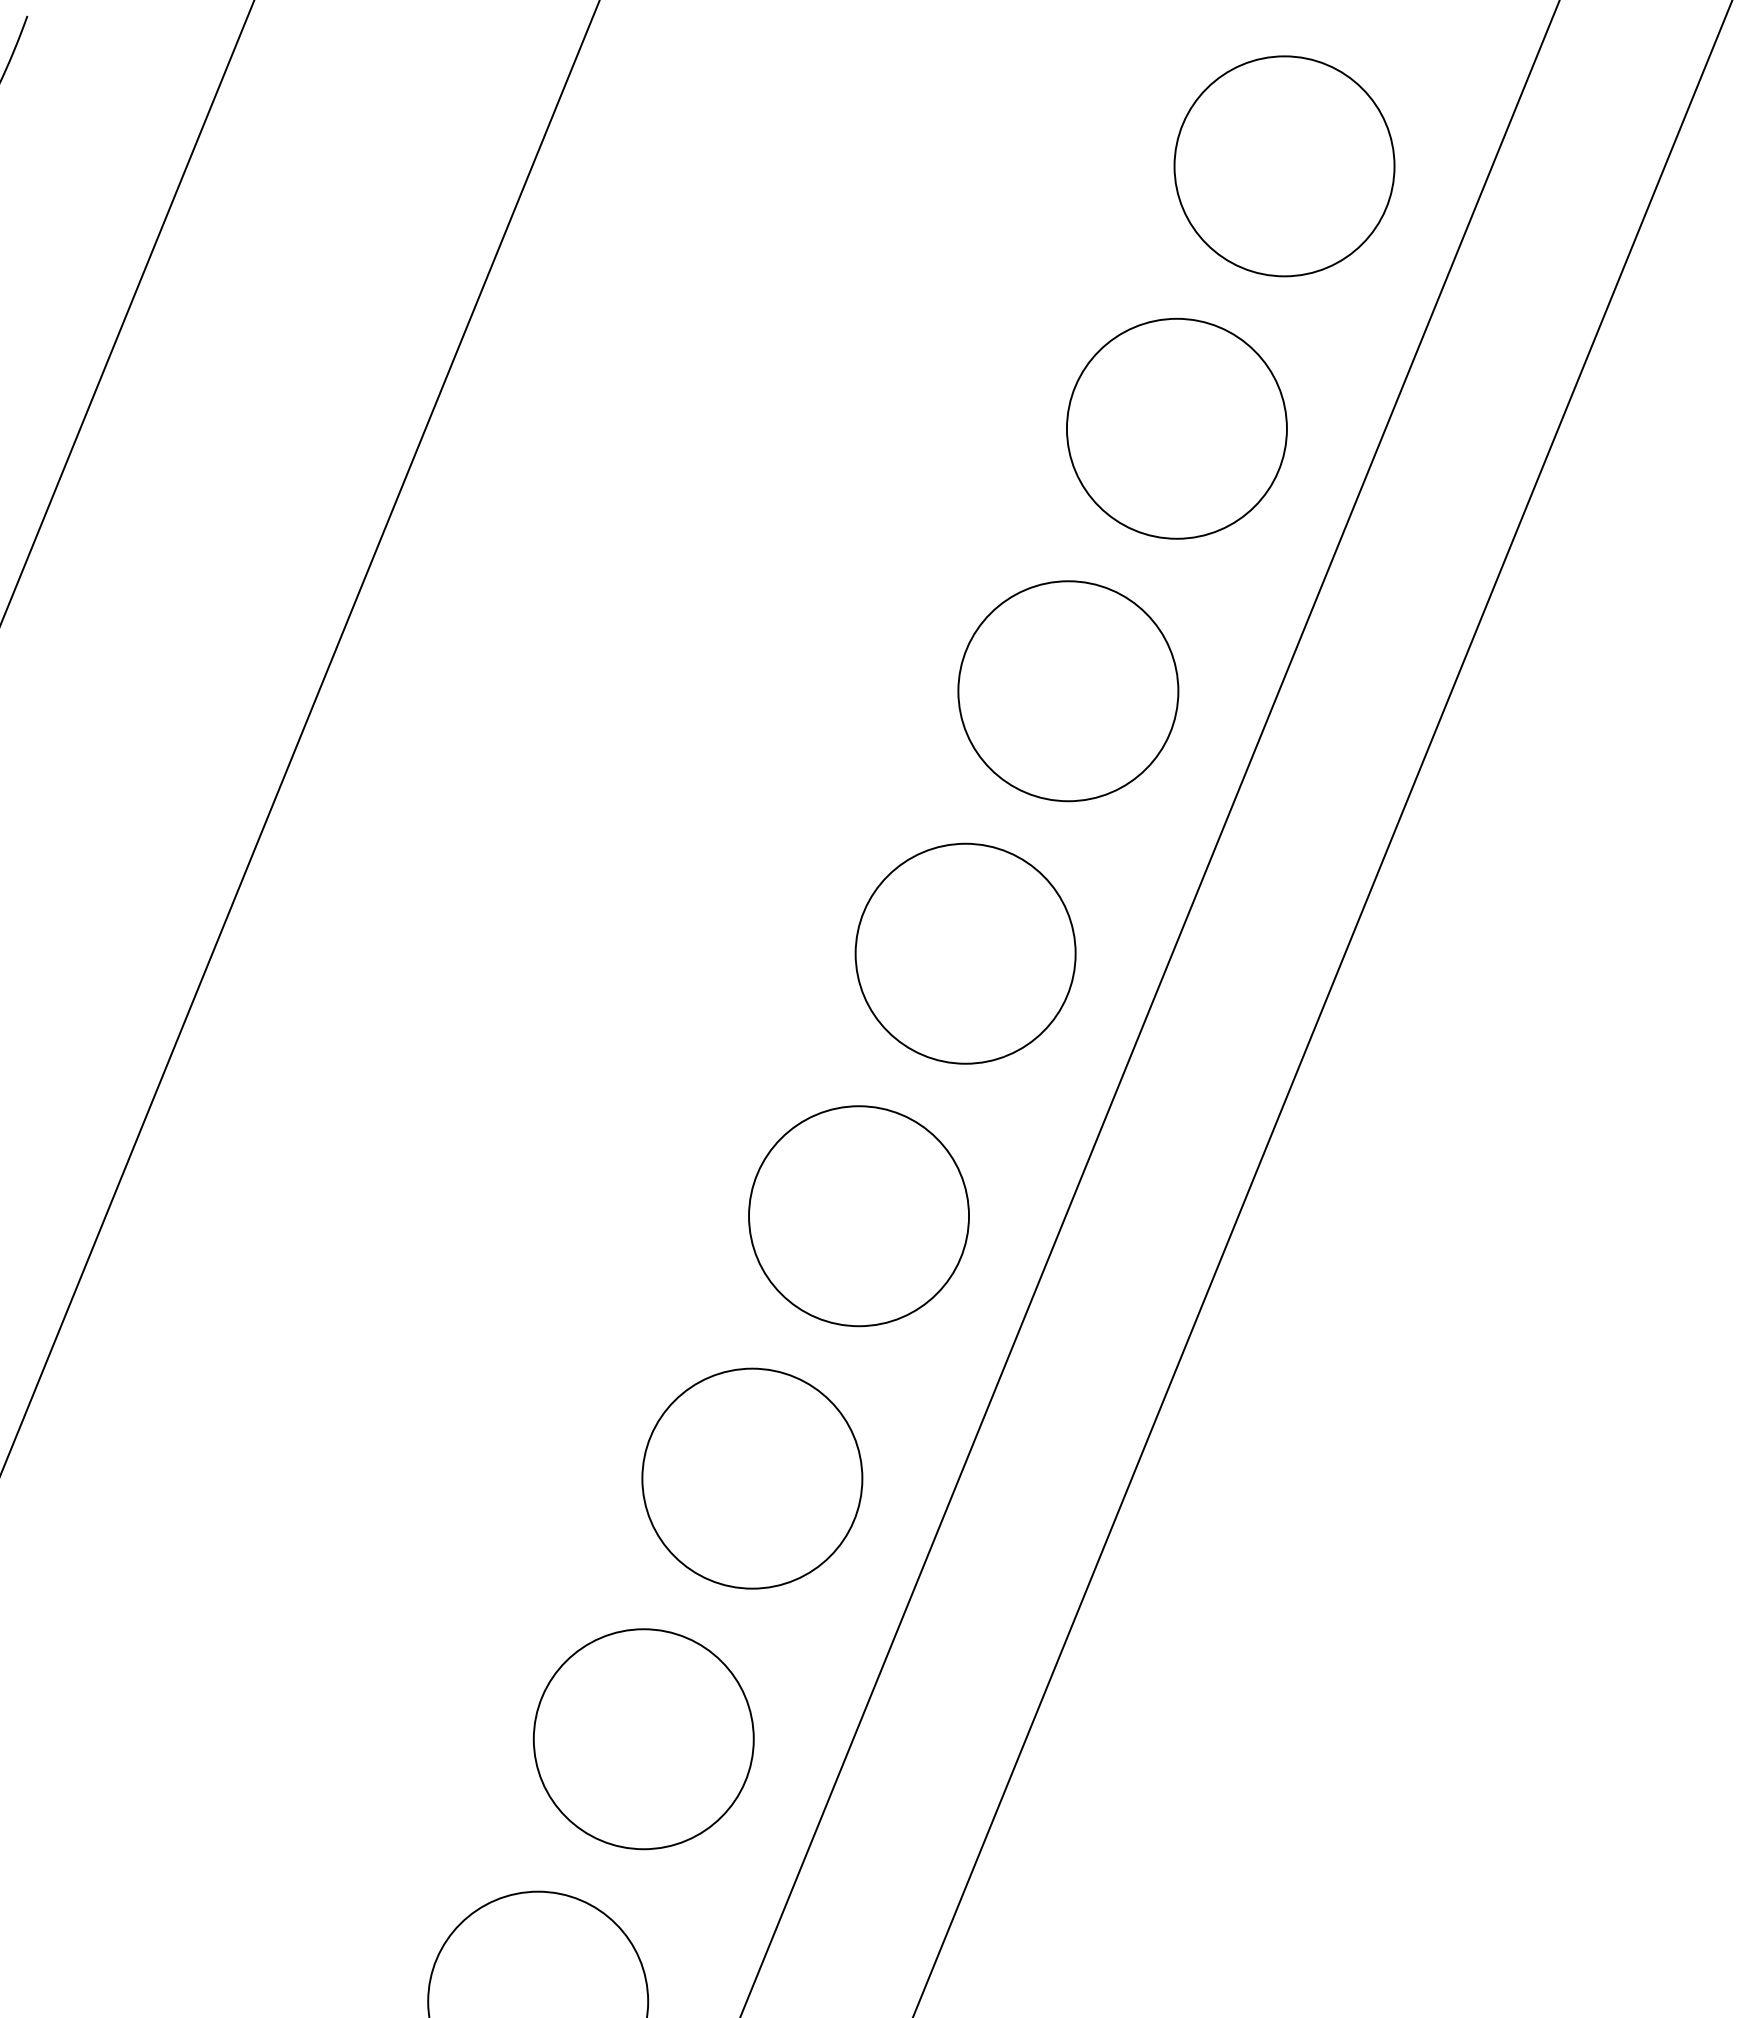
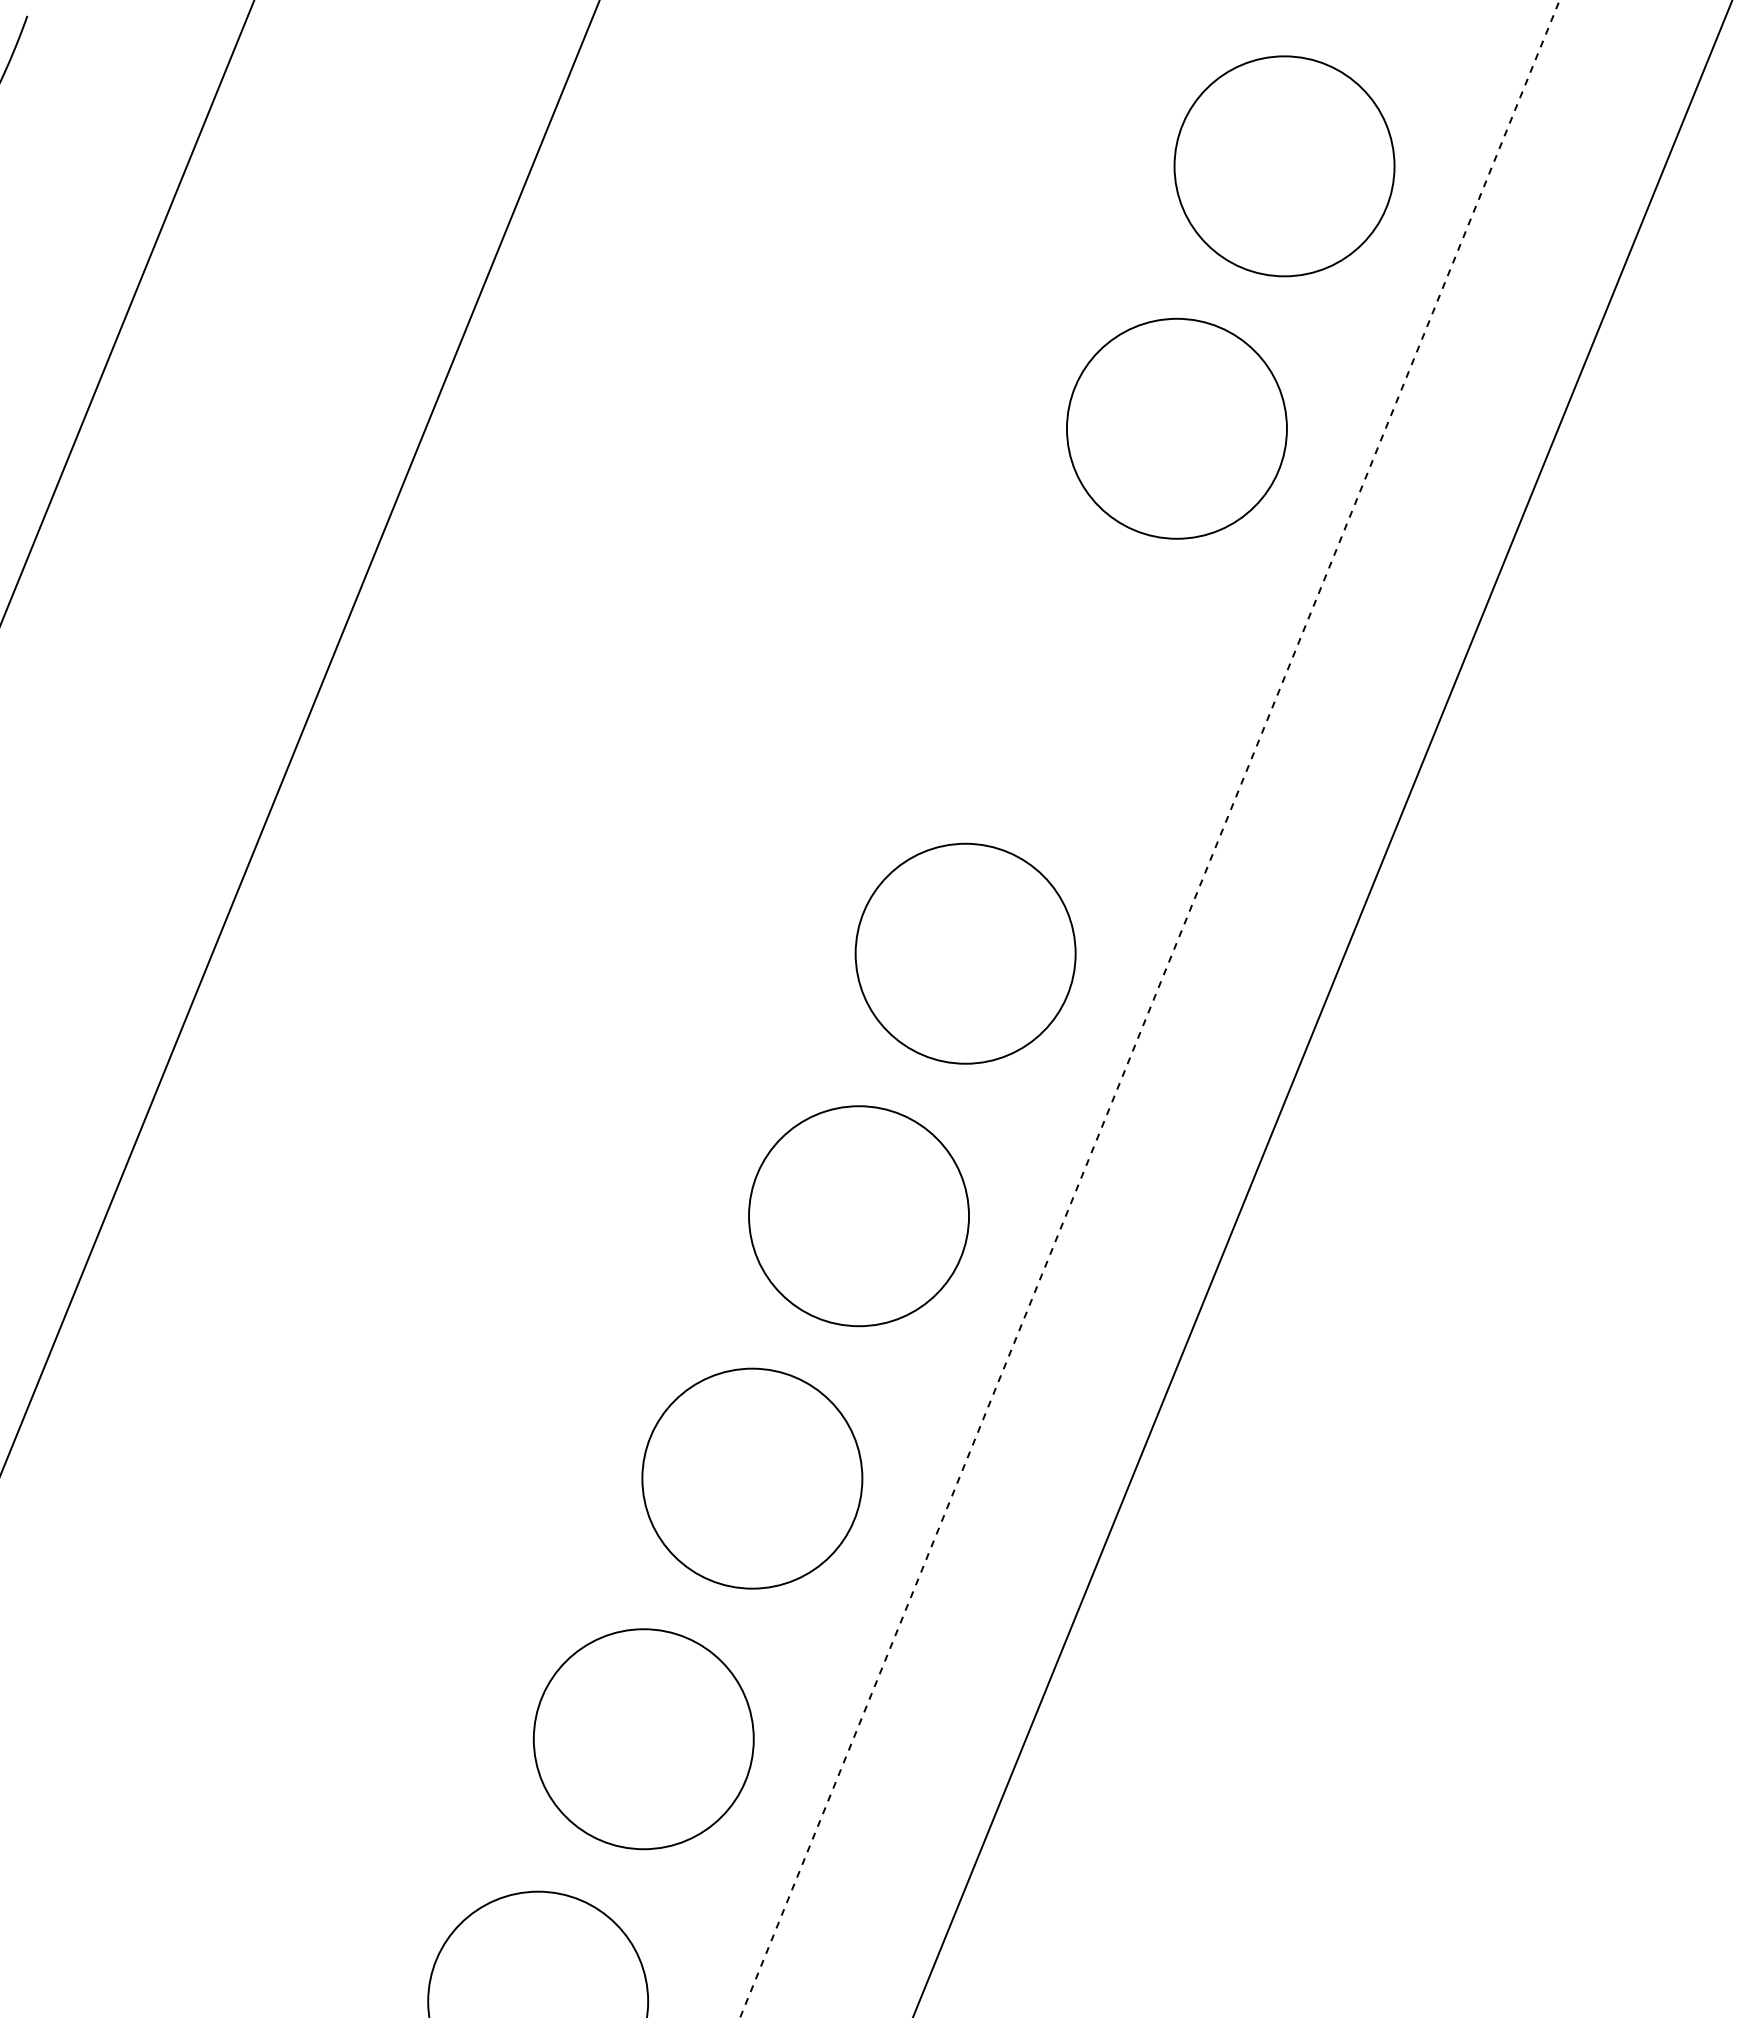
circle at (1068, 691): present -> none
line at (1150, 1008): solid -> dashed
